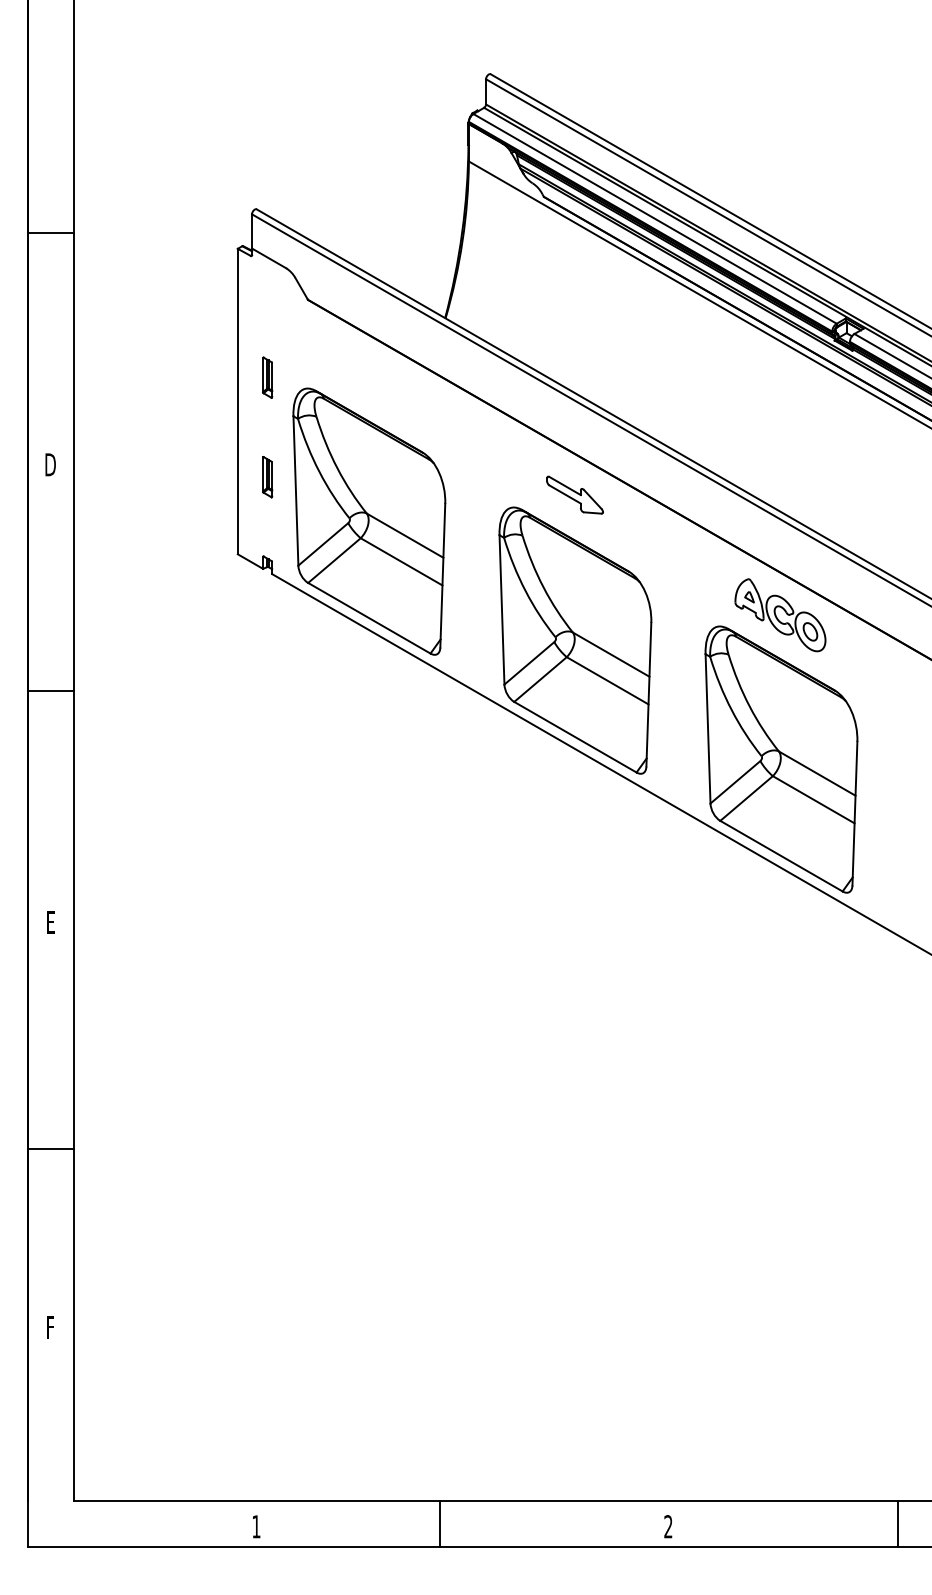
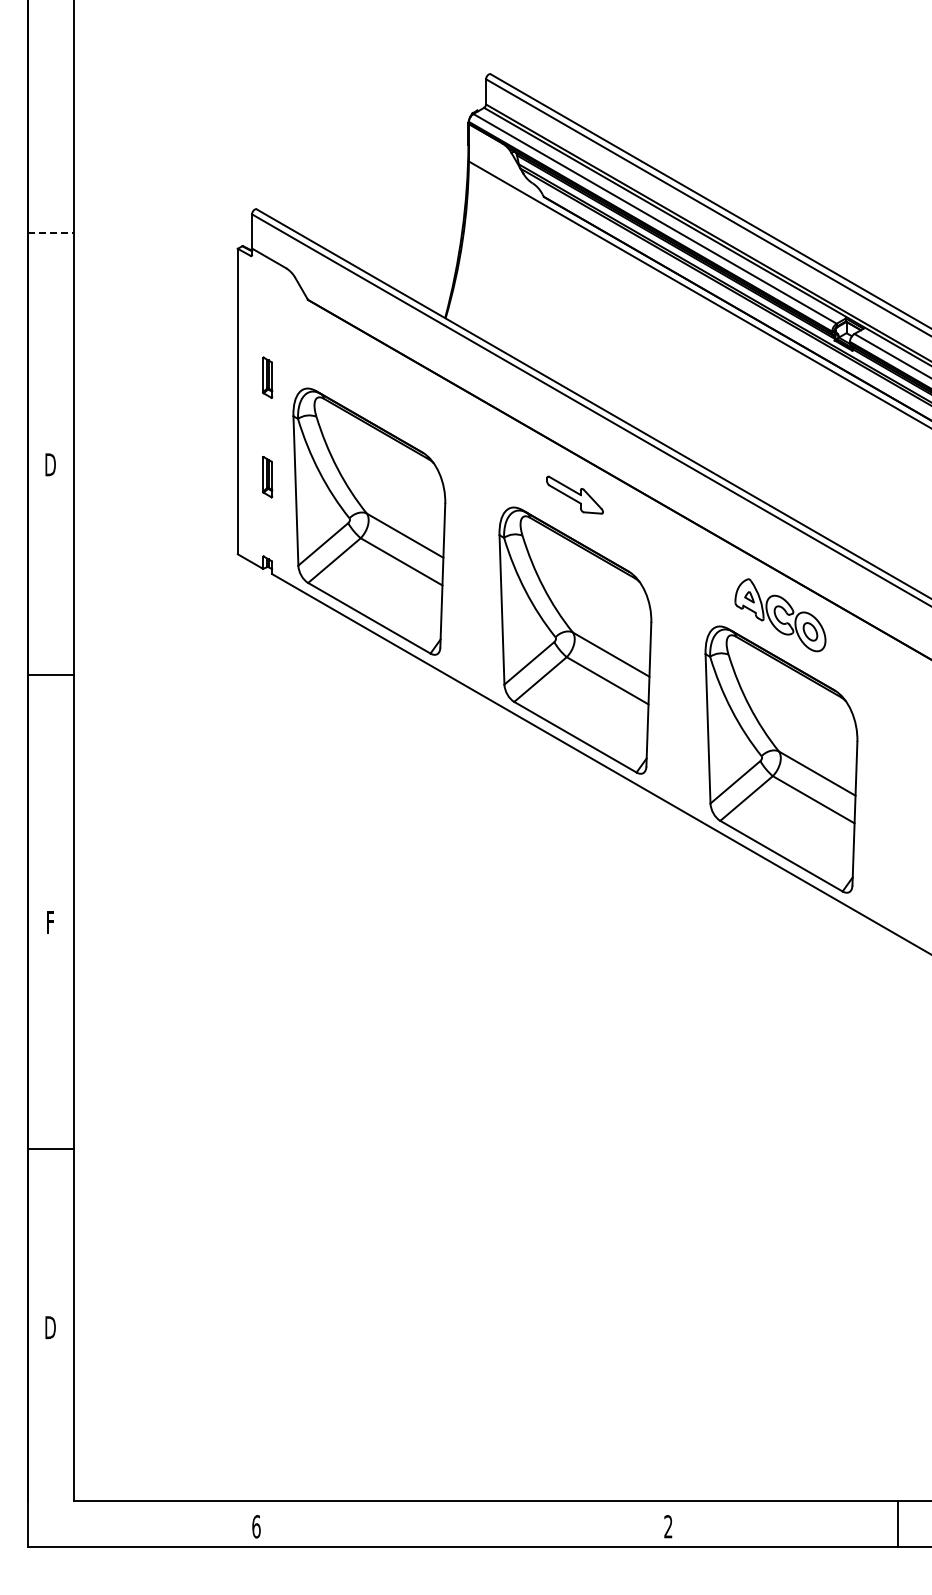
line at (50, 233): solid -> dashed
line at (50, 691) position: (50, 691) -> (50, 675)
text at (51, 922): E -> F
text at (50, 1327): F -> D
line at (439, 1524): present -> none
text at (256, 1526): 1 -> 6
